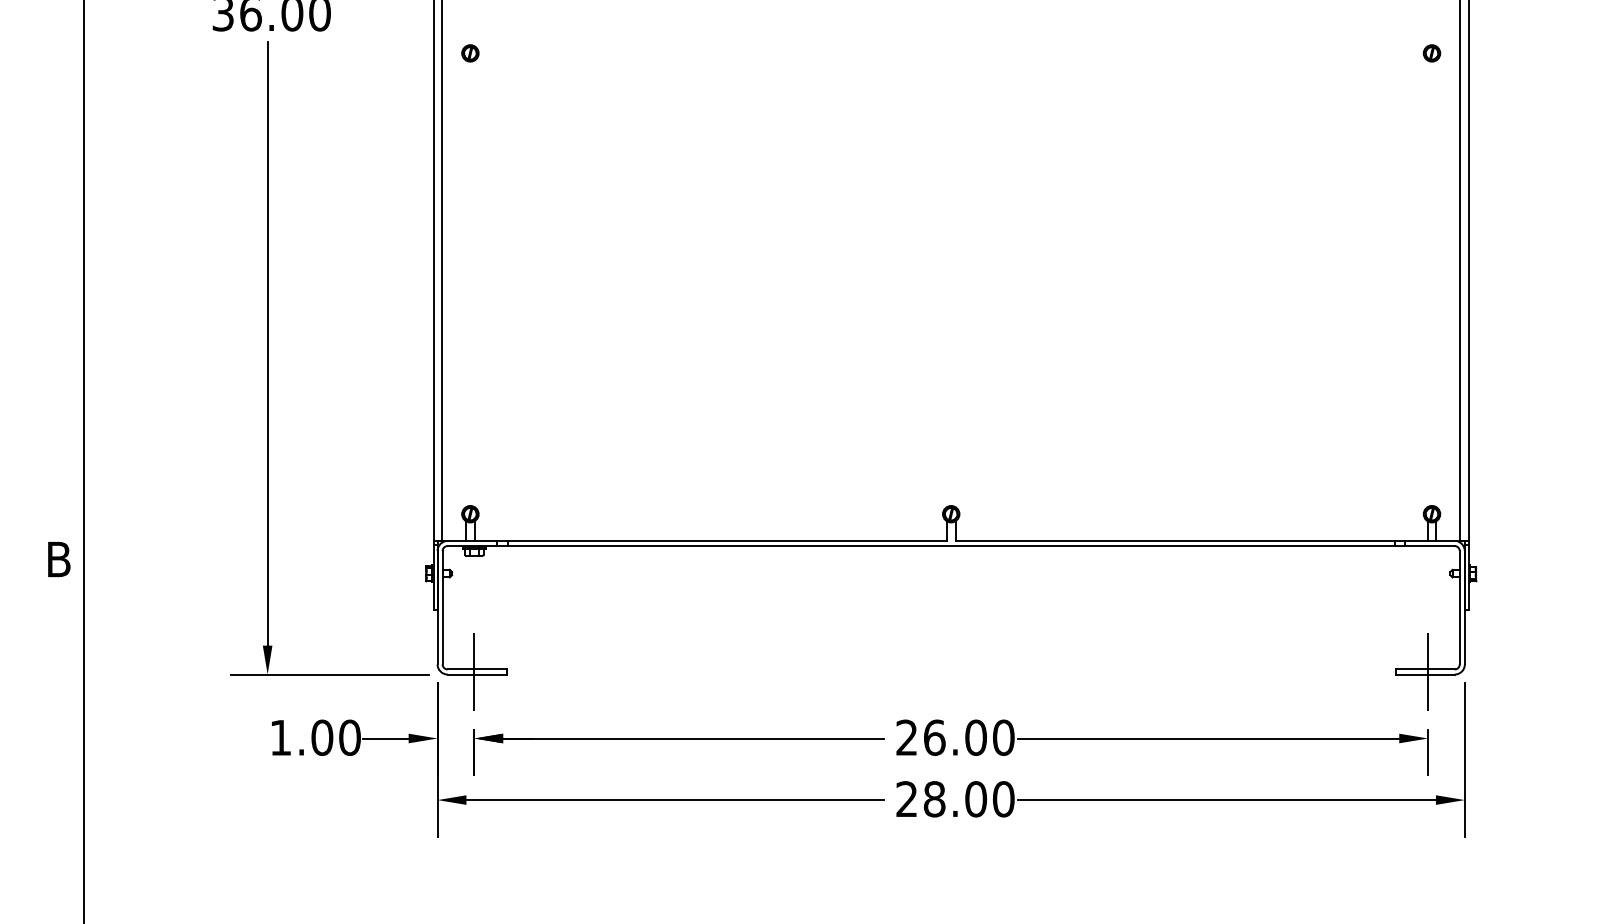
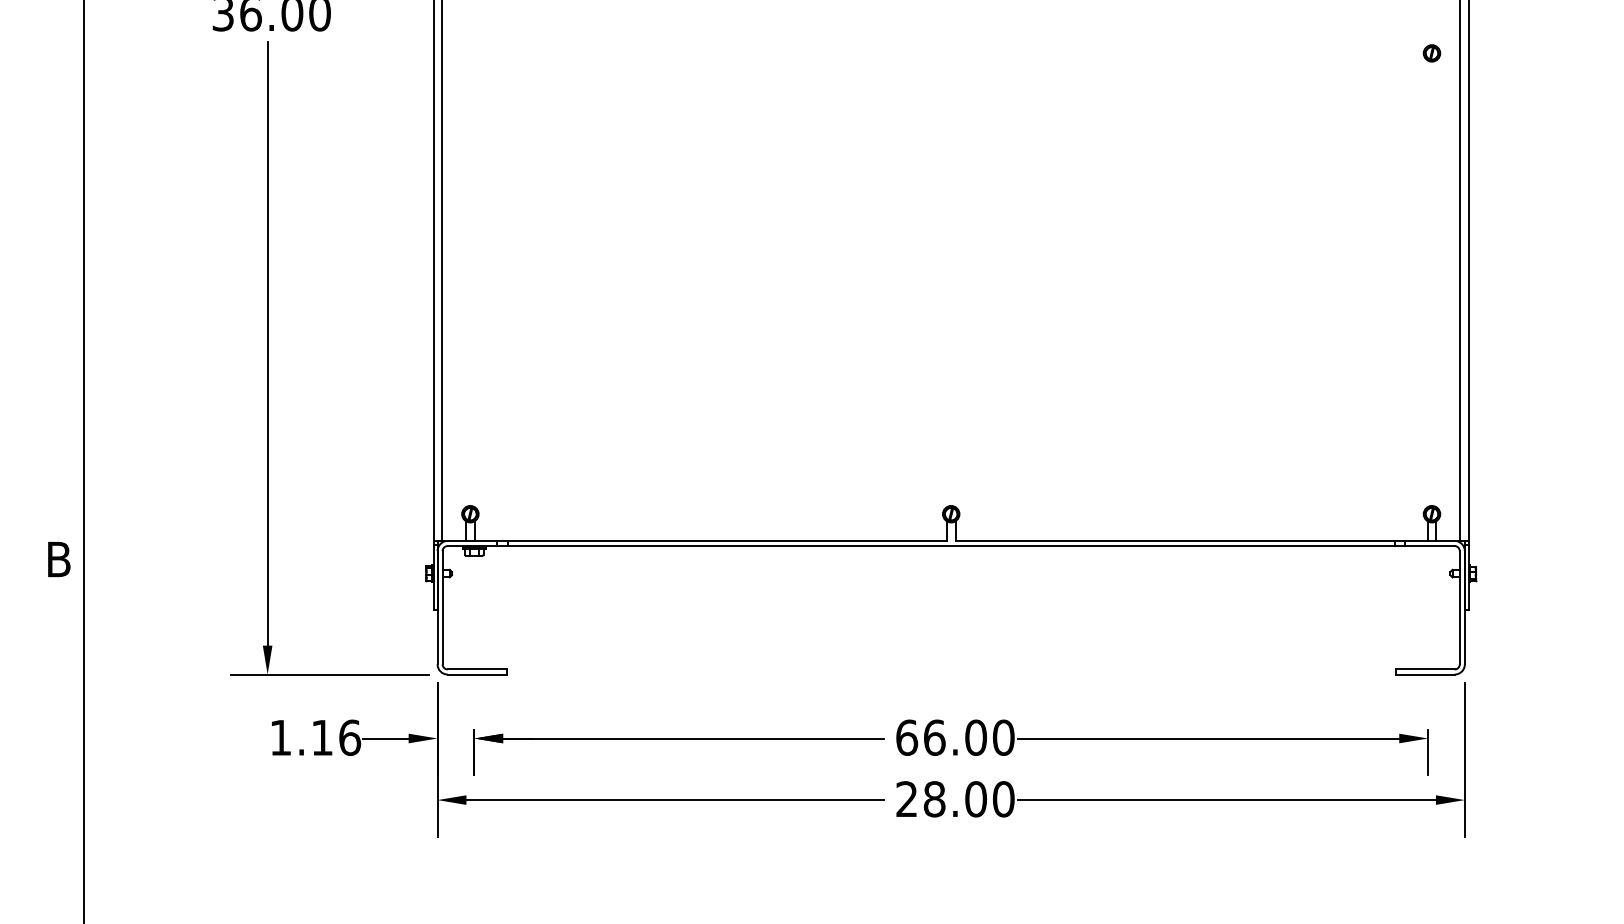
part at (470, 53): present -> none
line at (474, 671): present -> none
line at (1428, 671): present -> none
text at (336, 737): 1.00 -> 1.16
text at (907, 737): 26.00 -> 66.00
